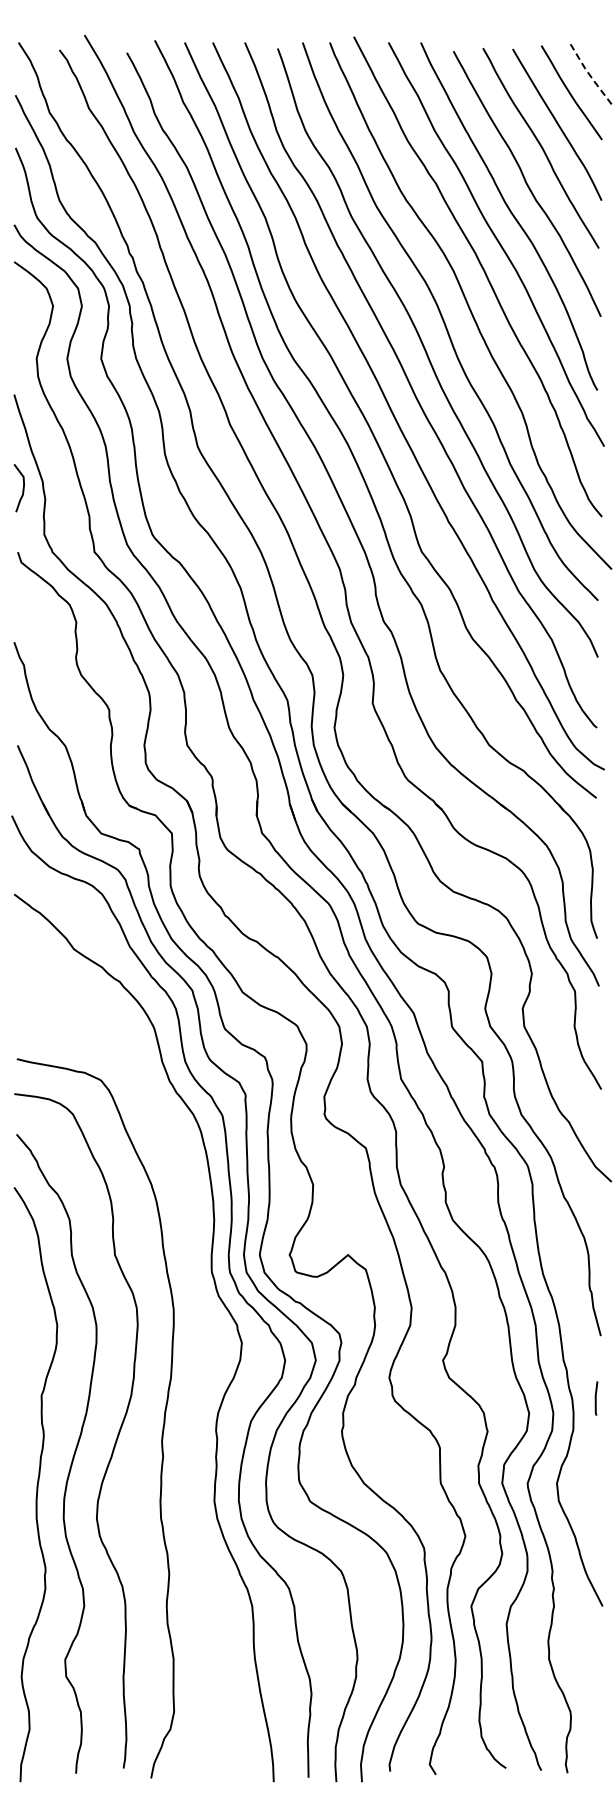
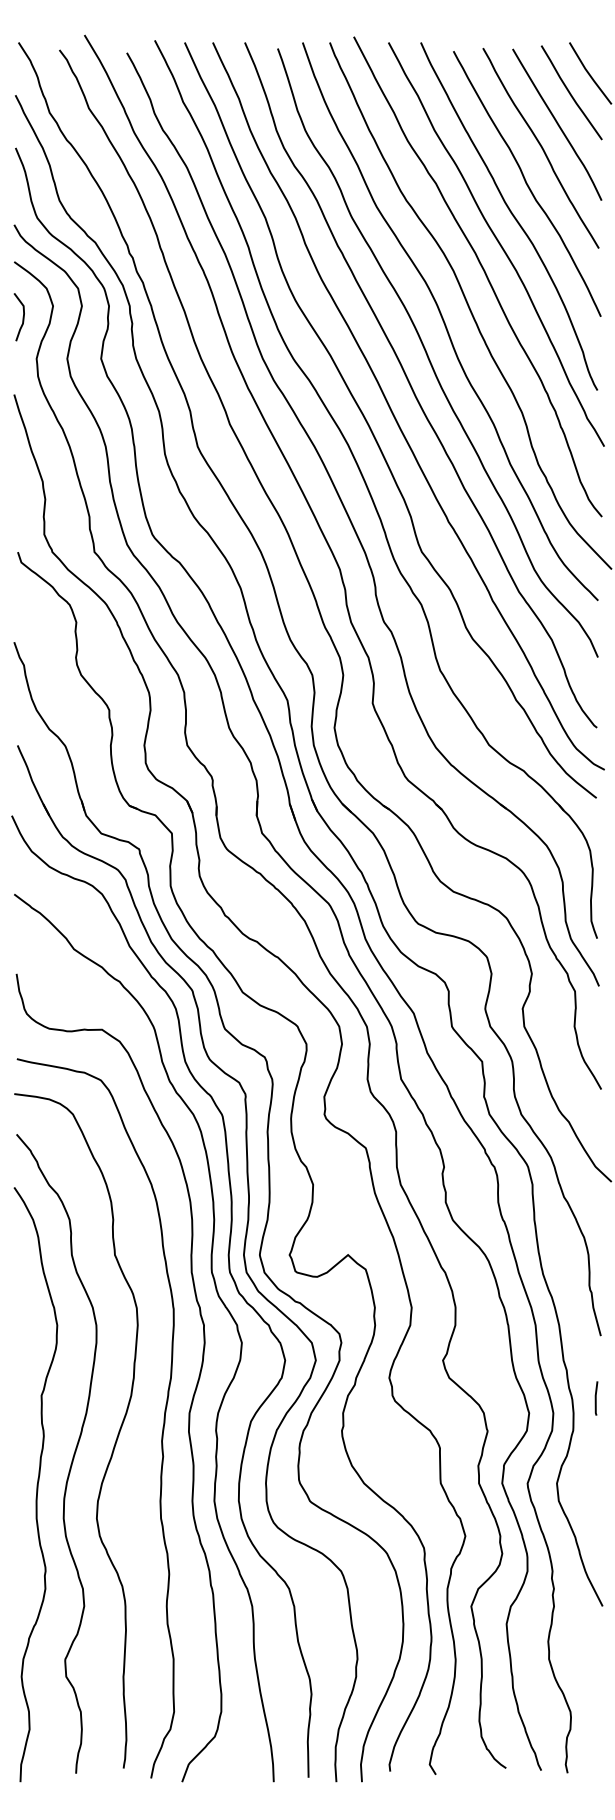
line at (589, 74): dashed -> solid
curve at (22, 488) position: (22, 488) -> (22, 317)
curve at (192, 1396): none -> present
